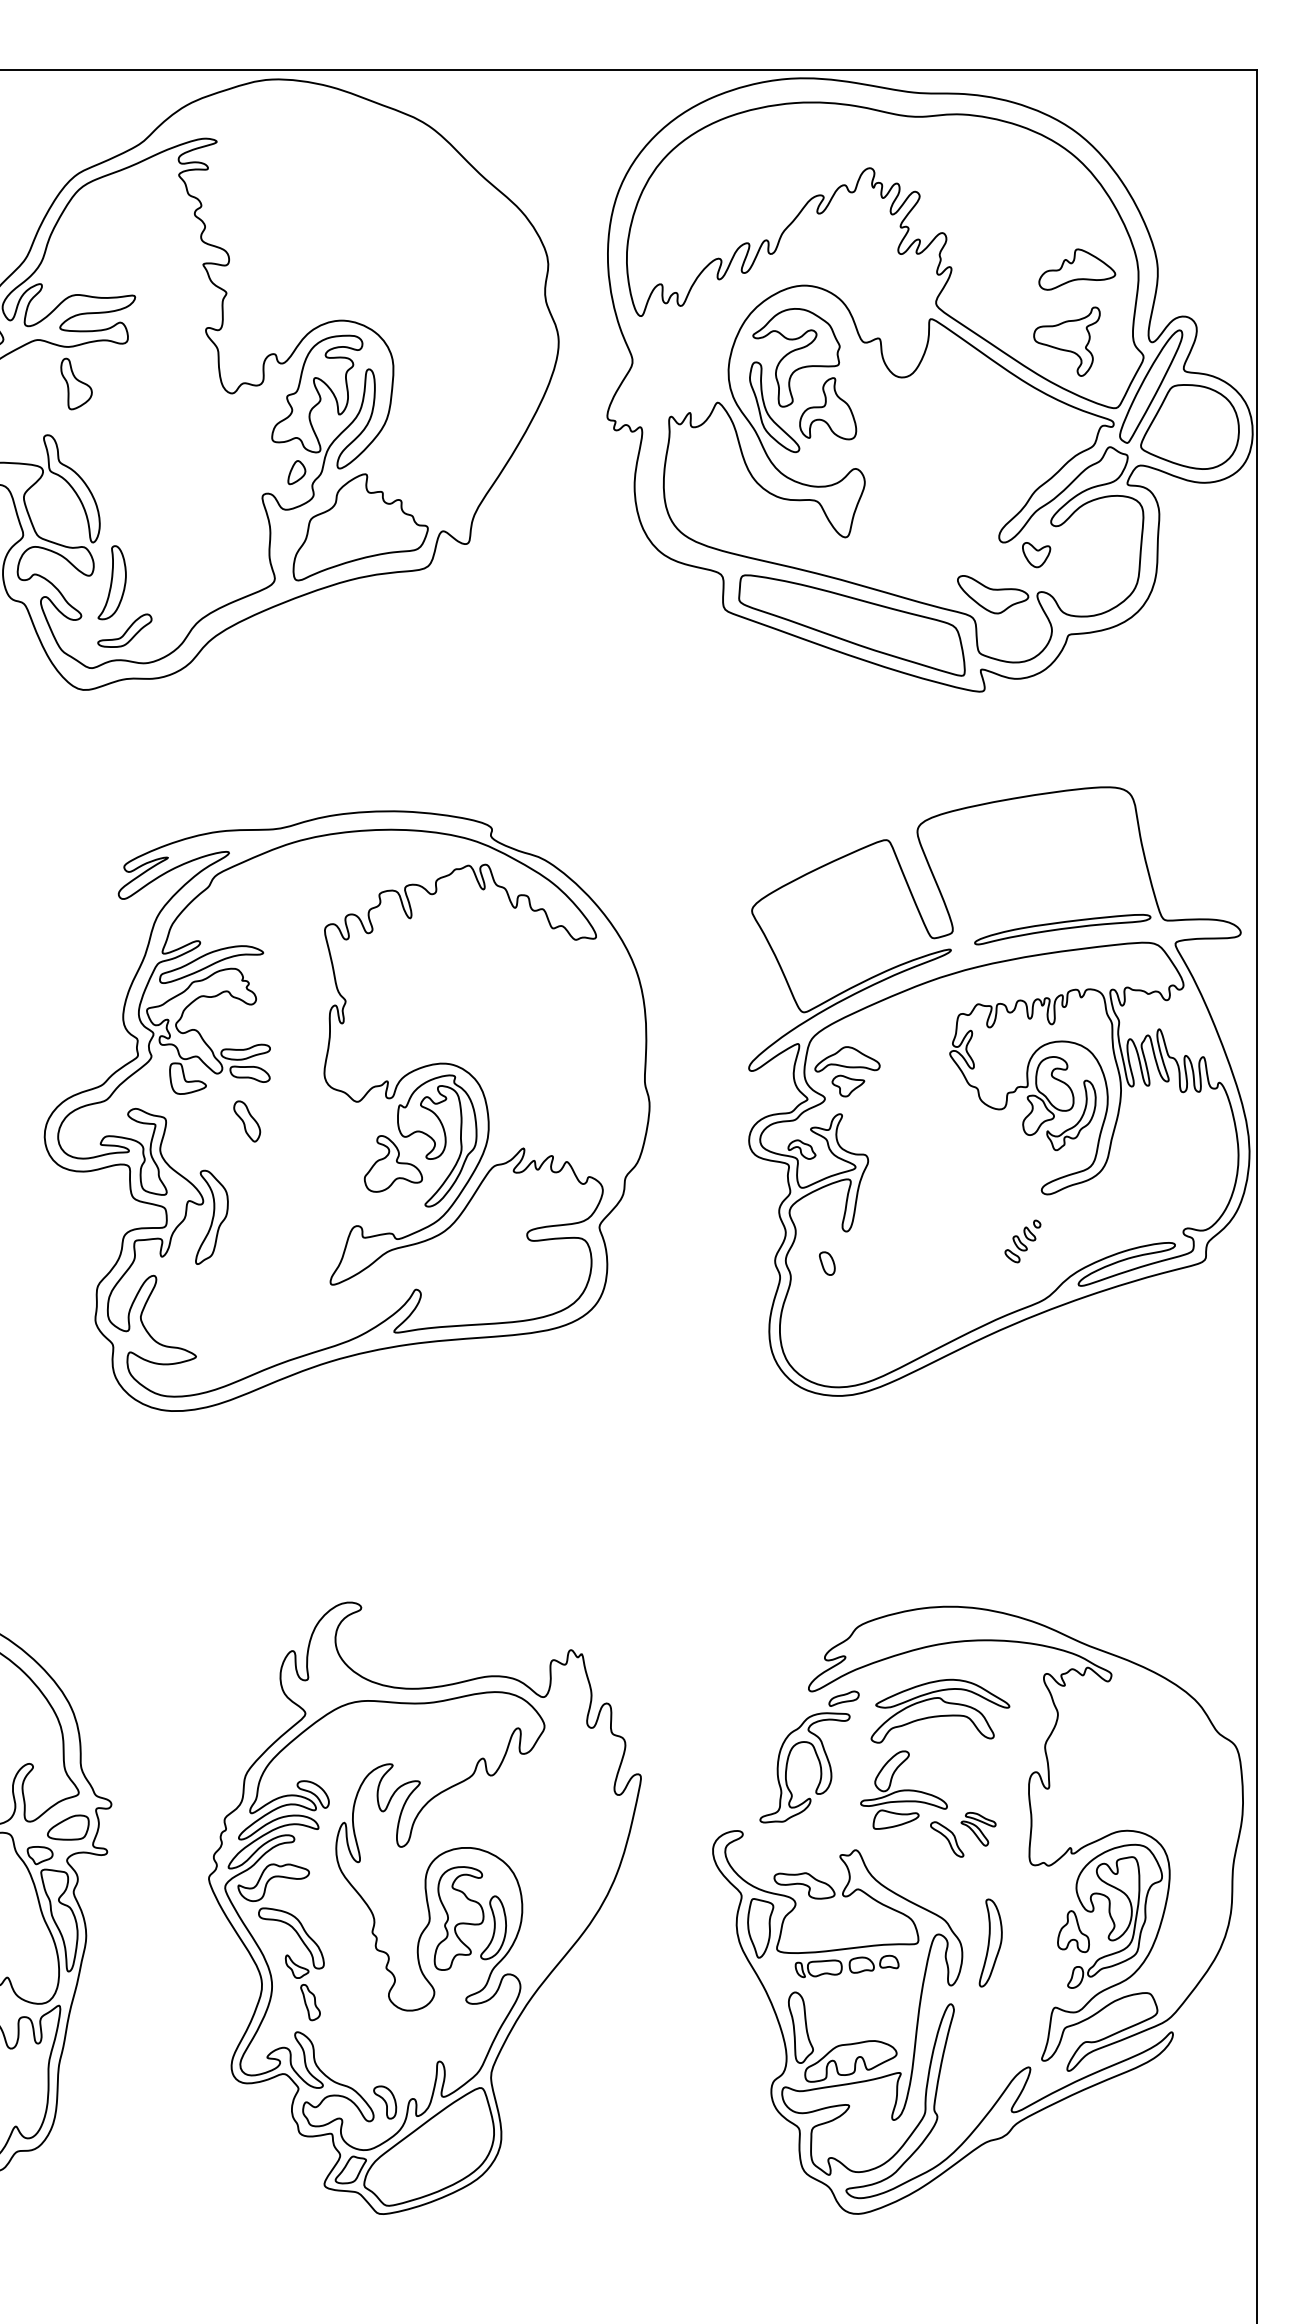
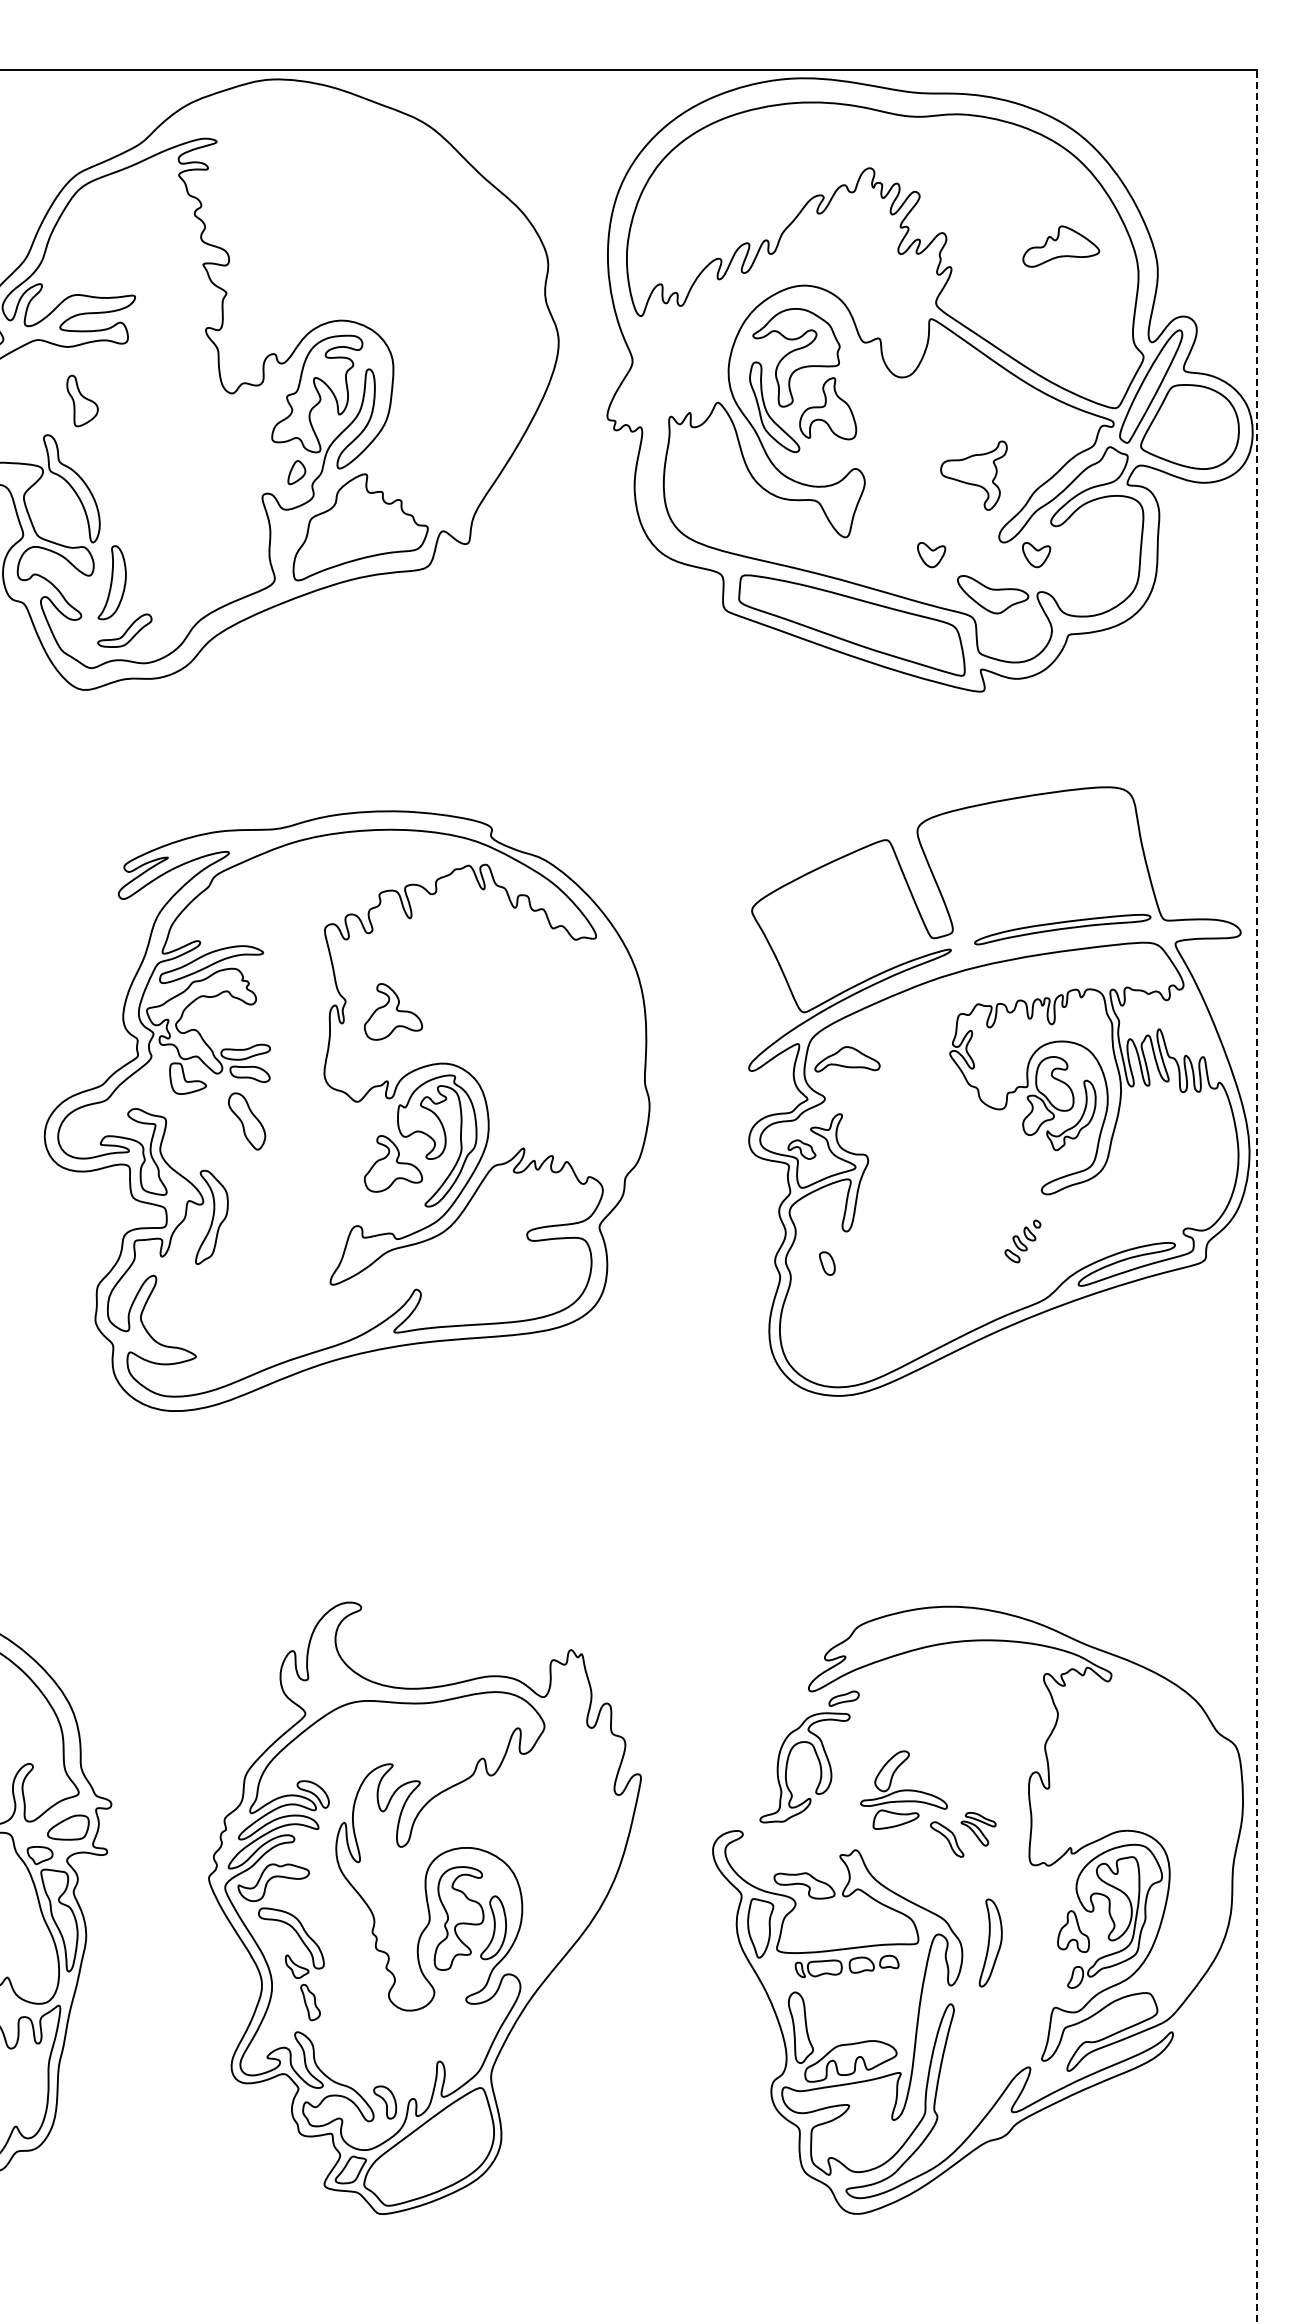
part at (1077, 269) position: (1077, 269) -> (1061, 246)
part at (1066, 341) position: (1066, 341) -> (973, 475)
part at (76, 383) position: (76, 383) -> (82, 400)
part at (931, 555): none -> present
part at (392, 1011): none -> present
part at (848, 1085): present -> none
part at (247, 1121) size: 29x43 px -> 39x59 px
line at (1256, 1196): solid -> dashed
part at (940, 1710): present -> none
